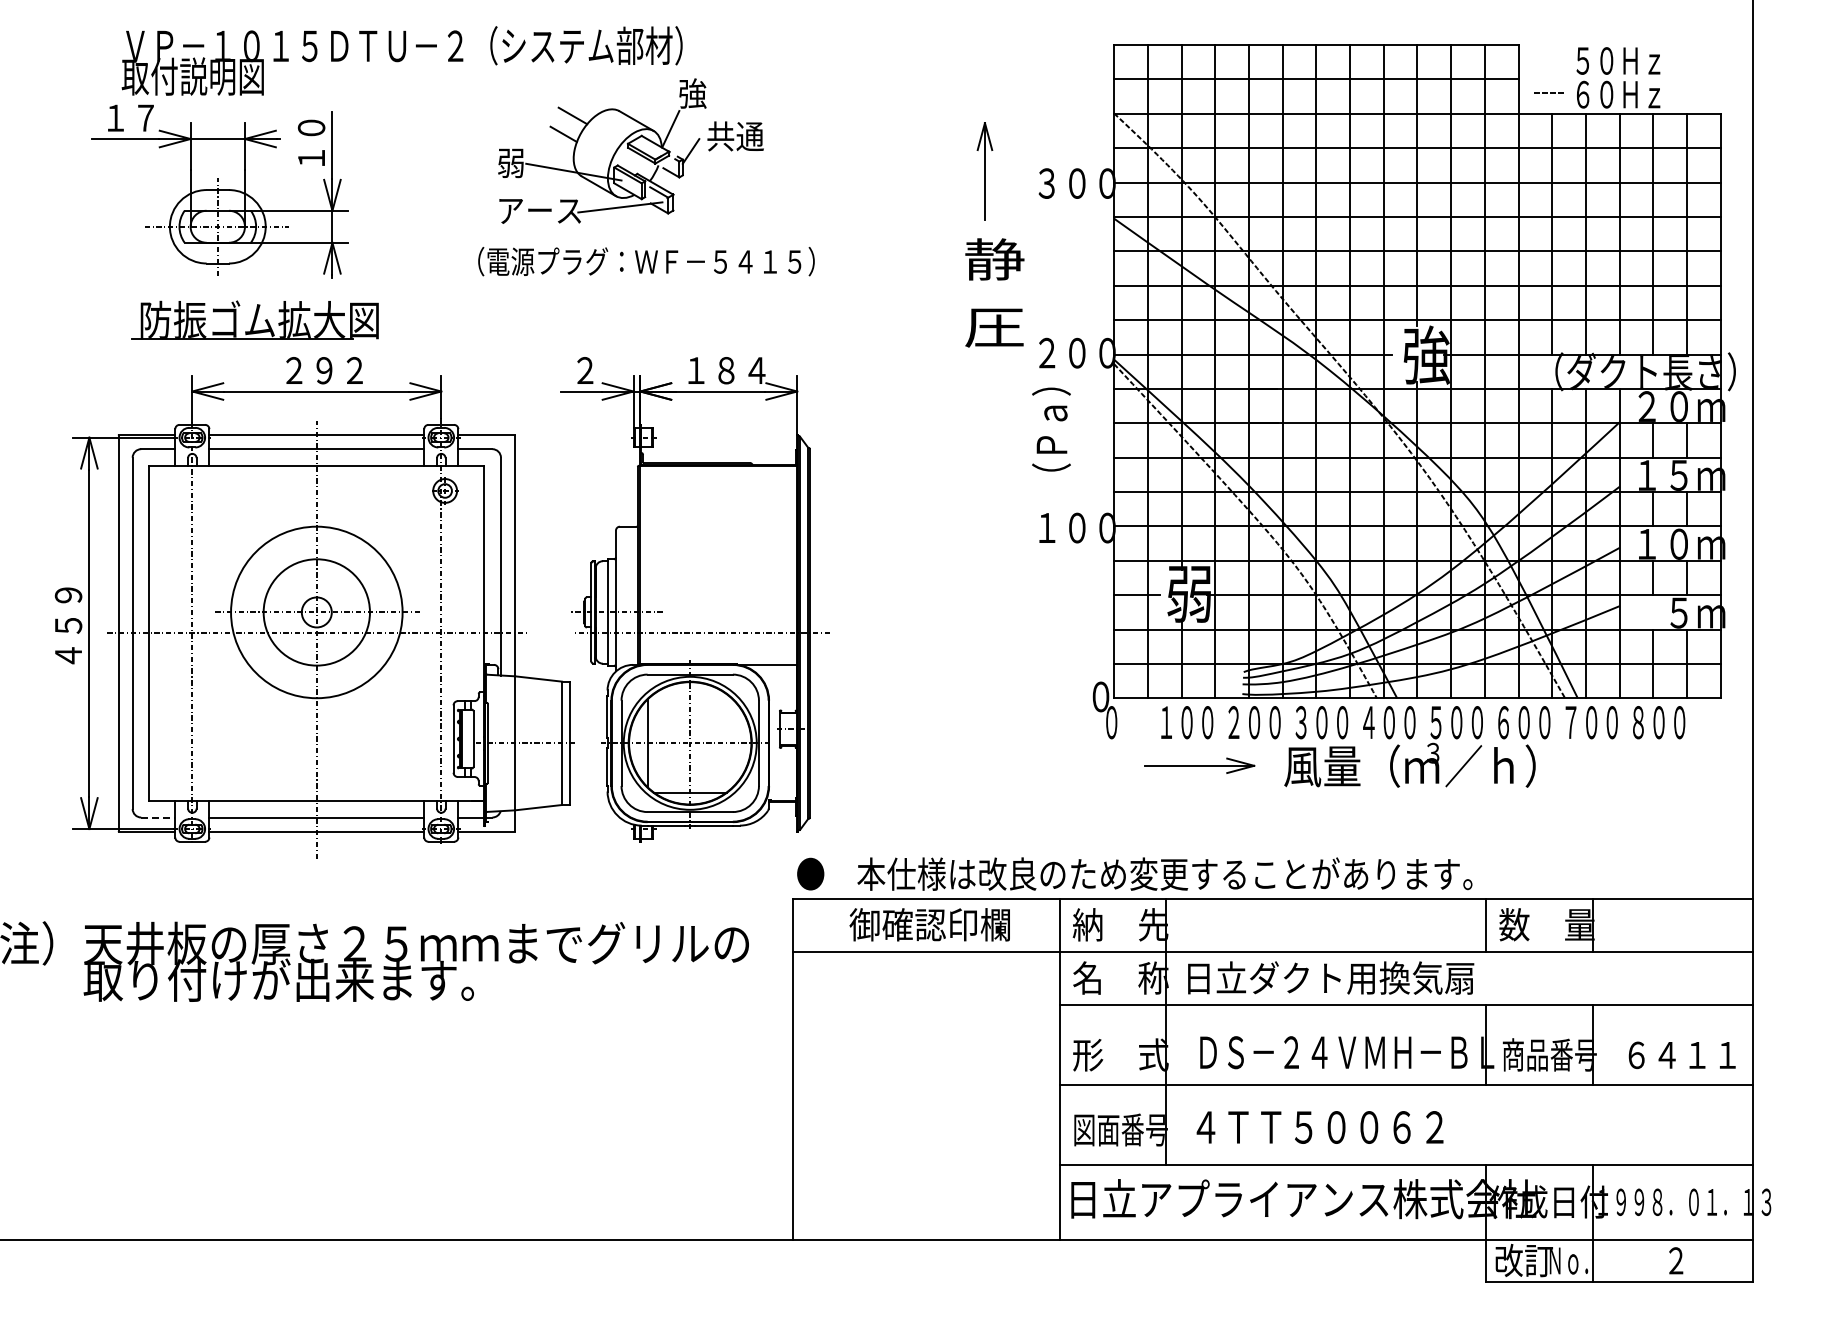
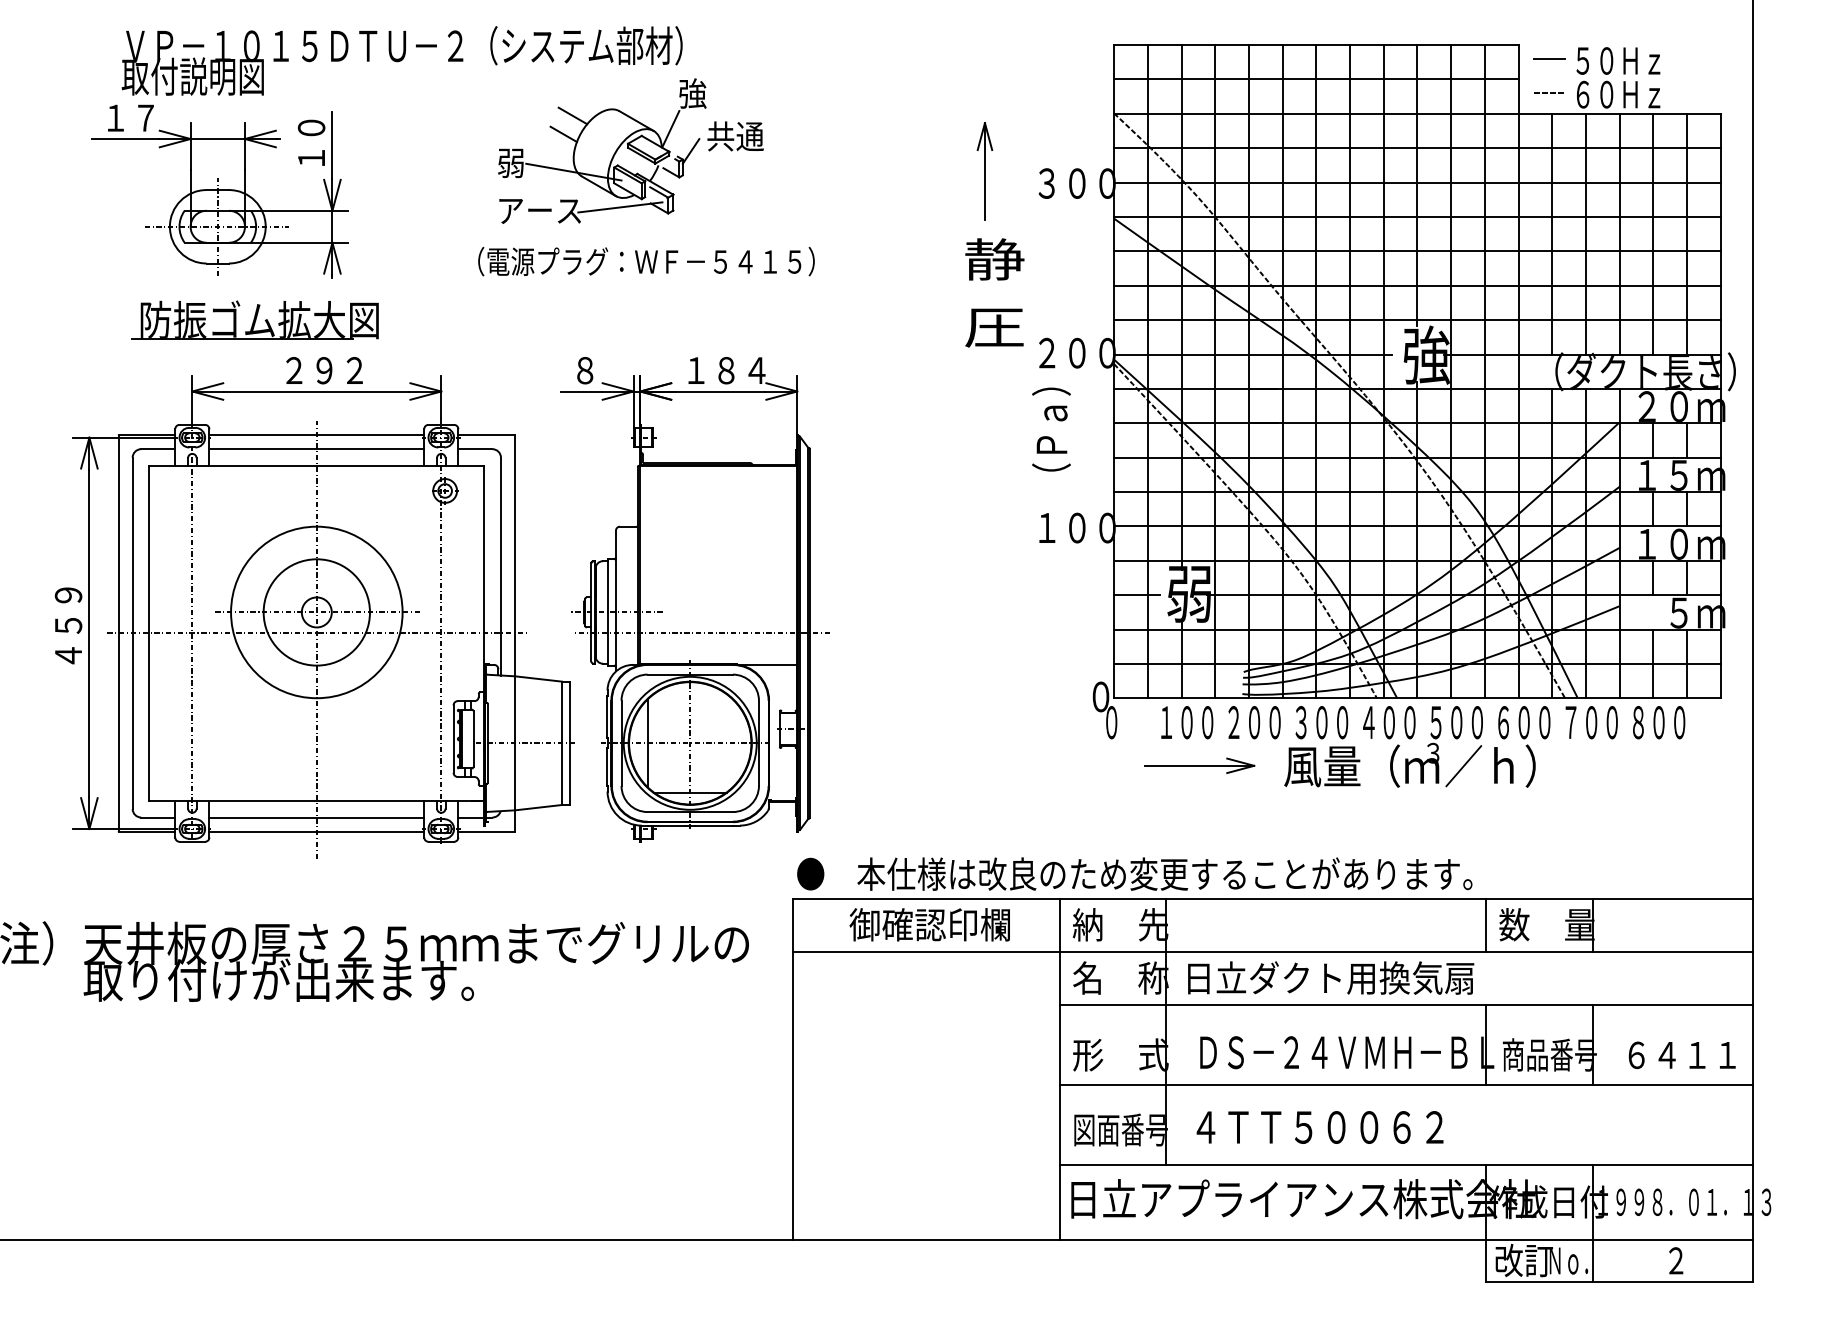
line at (1549, 58): none -> present
text at (585, 370): ２ -> ８
line at (158, 817): dashed -> solid
